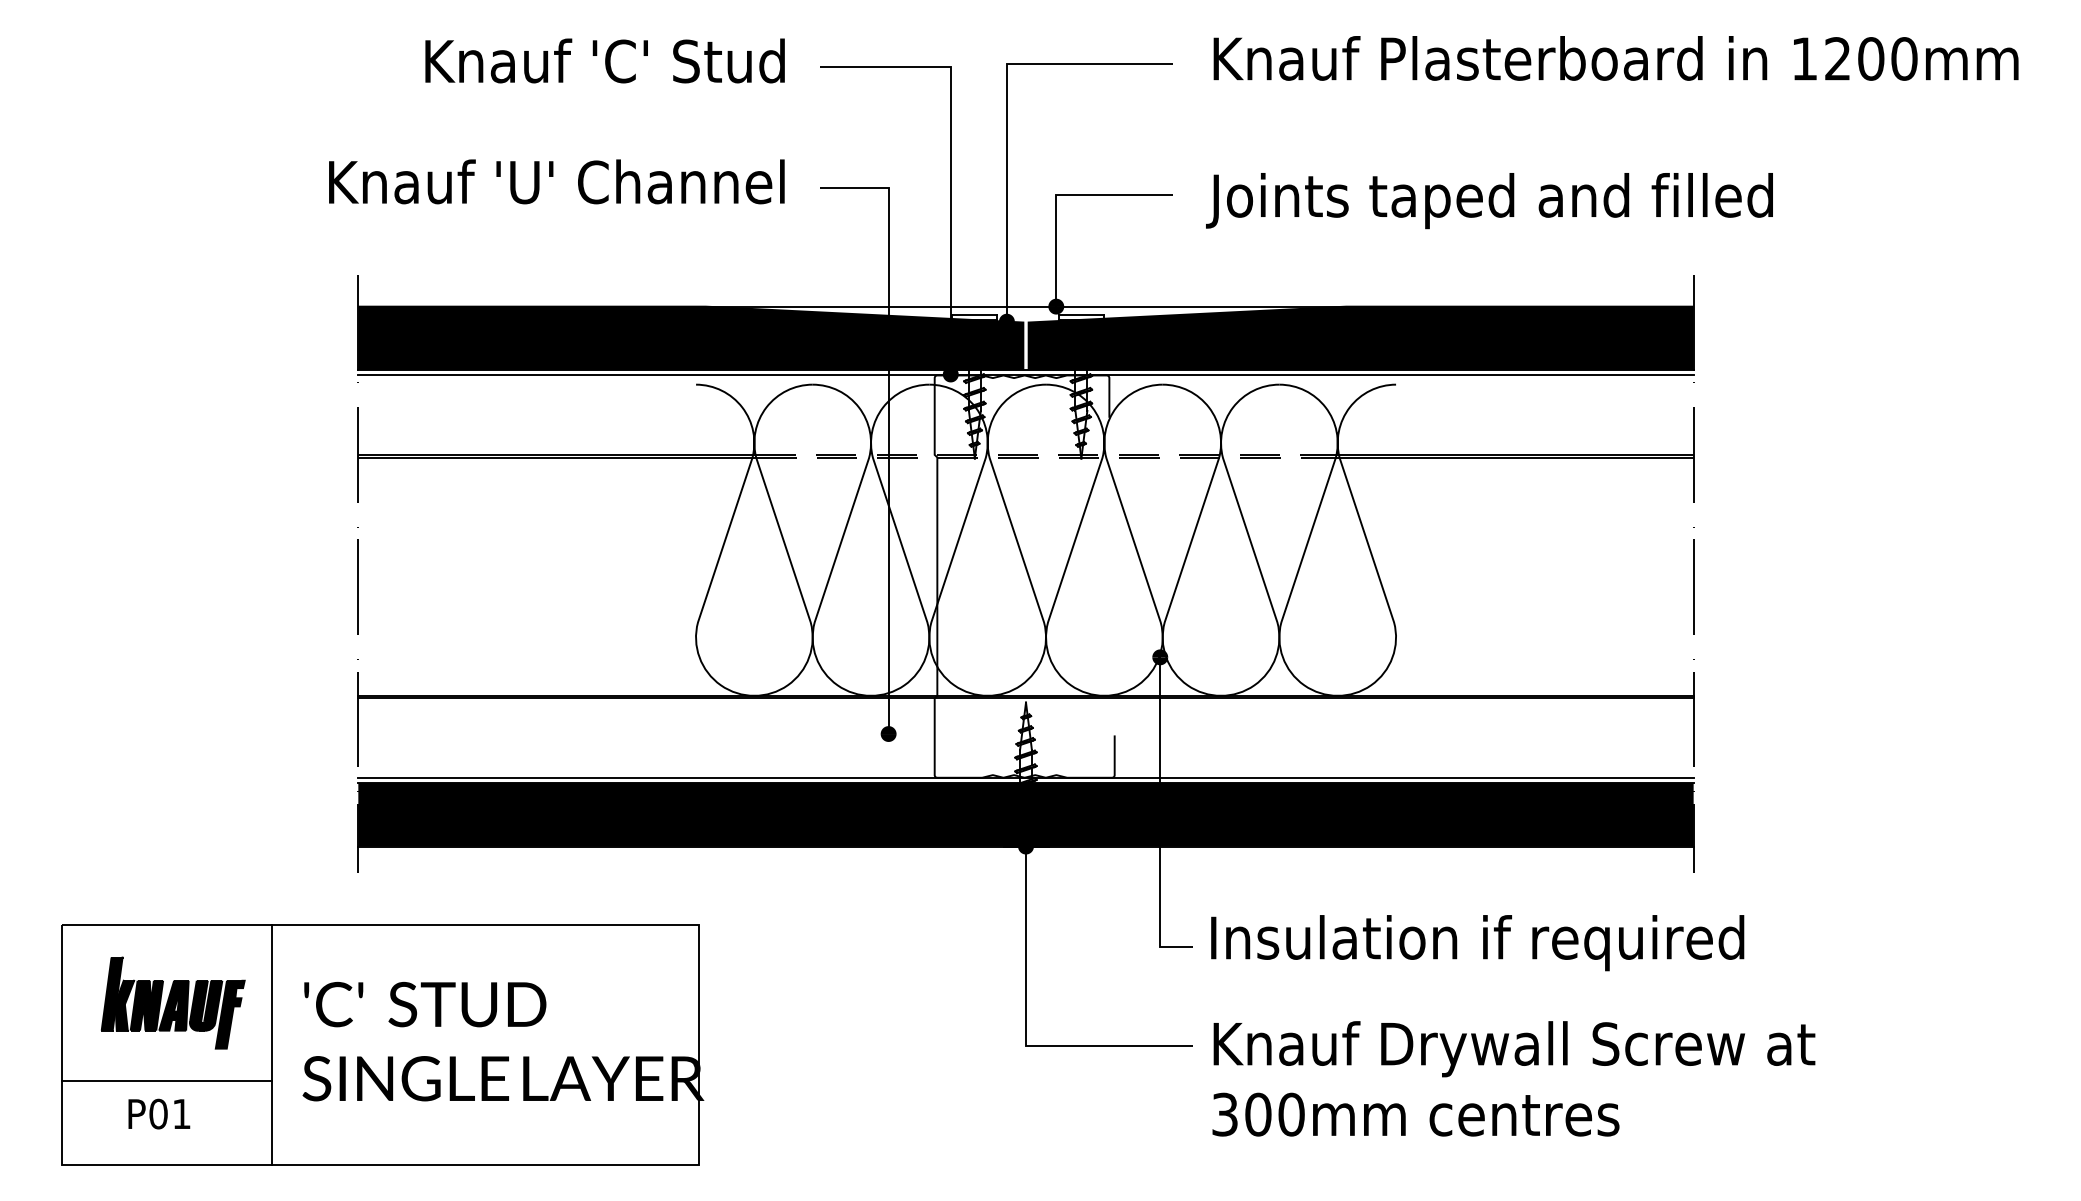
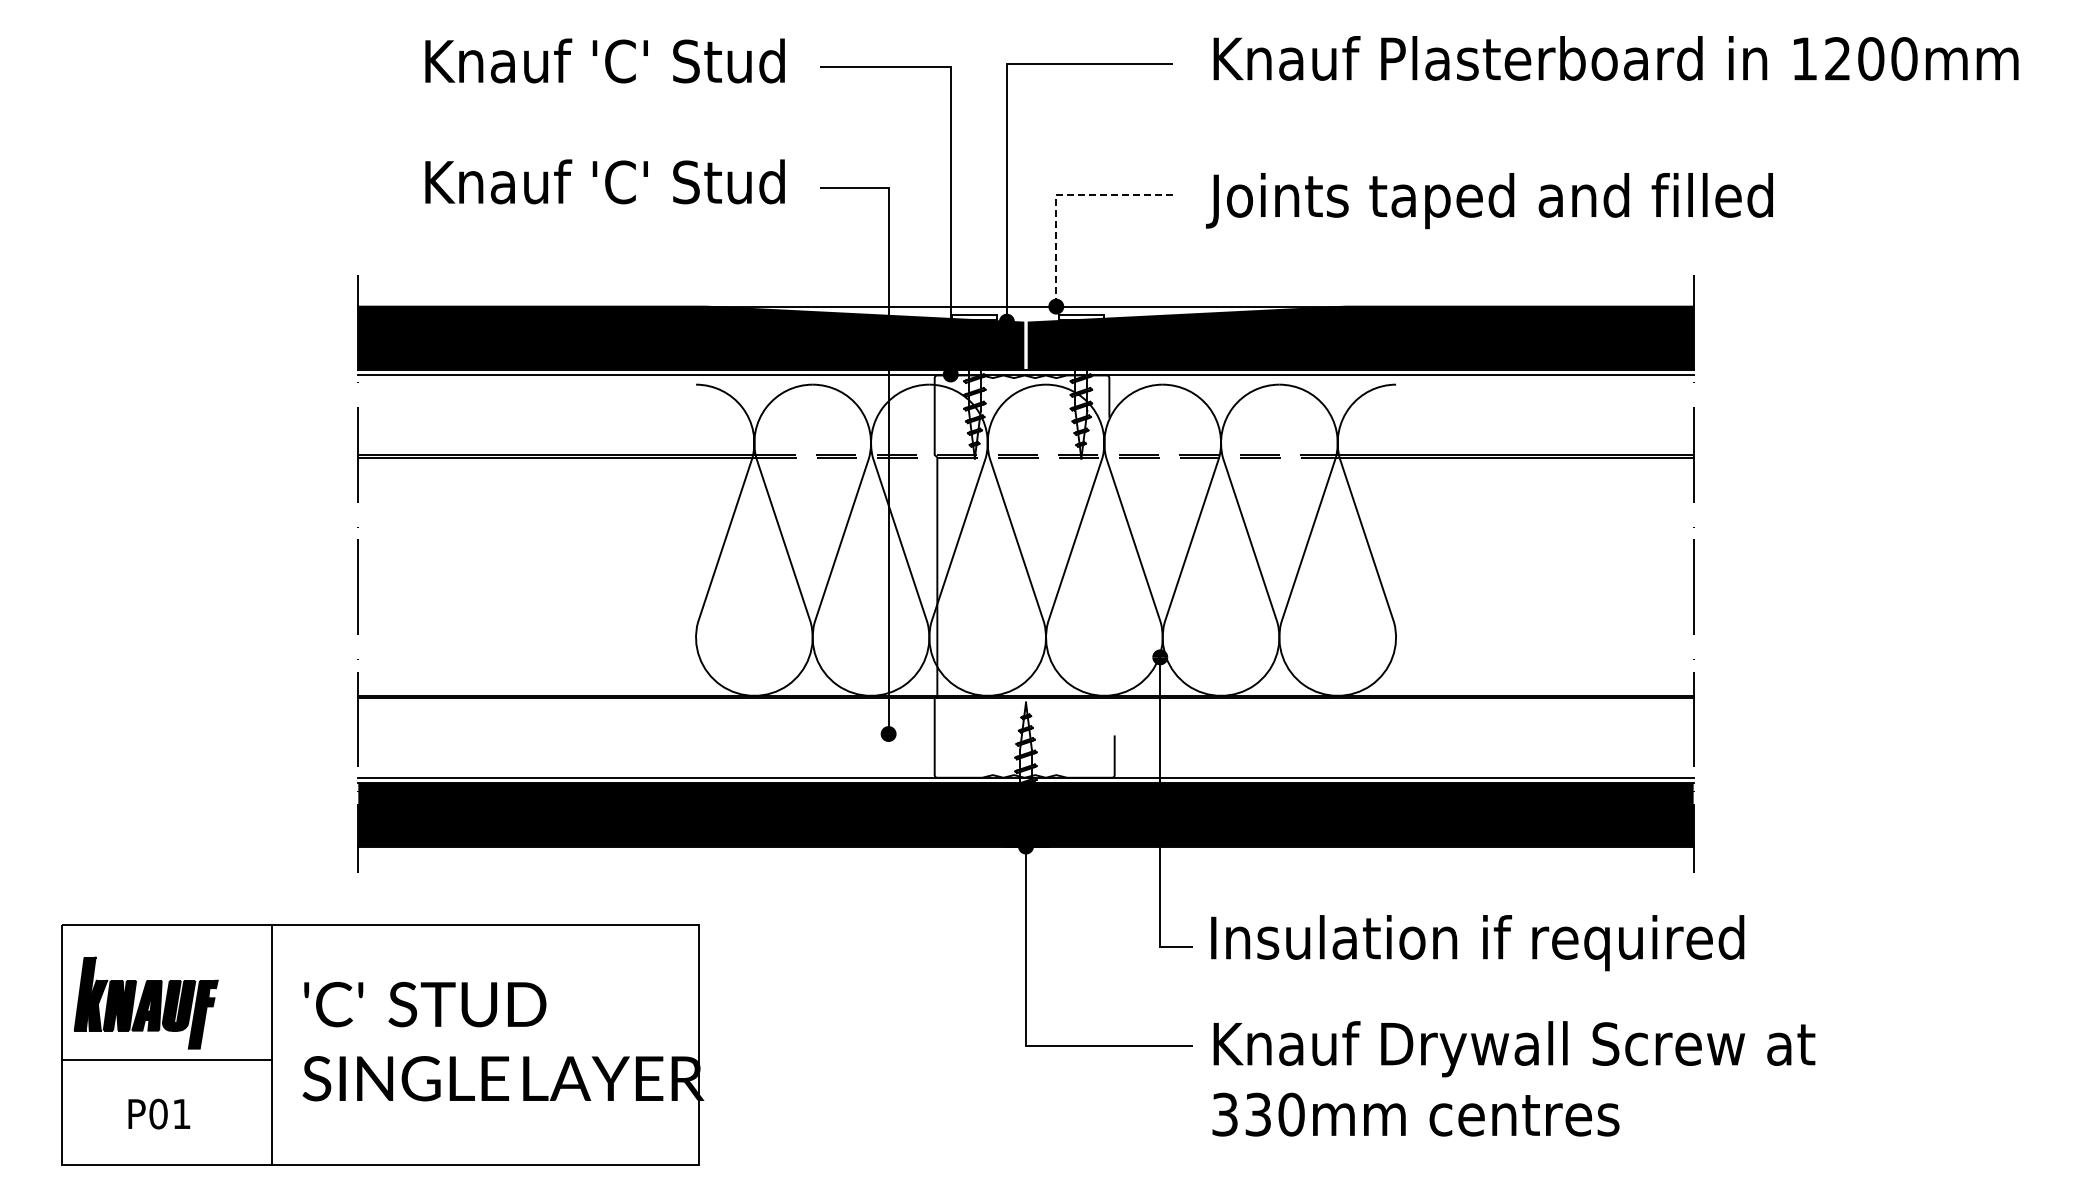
text at (556, 181): Knauf 'U' Channel -> Knauf 'C' Stud
line at (1058, 195): solid -> dashed
part at (173, 1002) position: (173, 1002) -> (146, 1002)
line at (167, 1080) position: (167, 1080) -> (167, 1059)
text at (1258, 1114): 300mm -> 330mm
